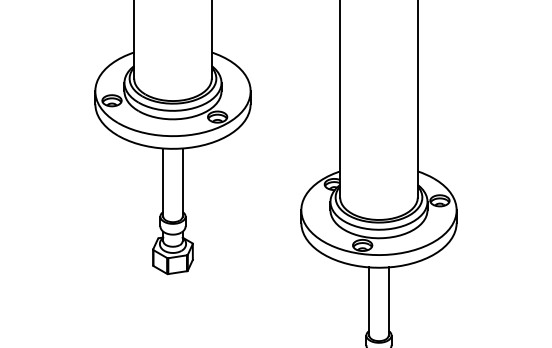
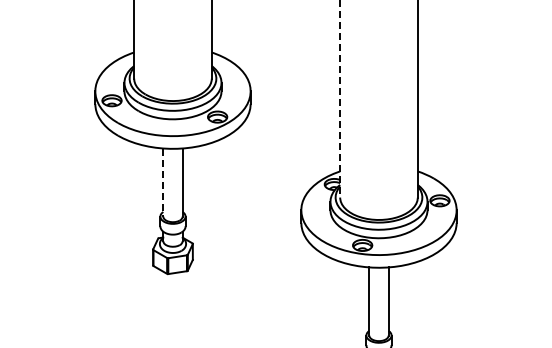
line at (340, 99): solid -> dashed
line at (163, 183): solid -> dashed
